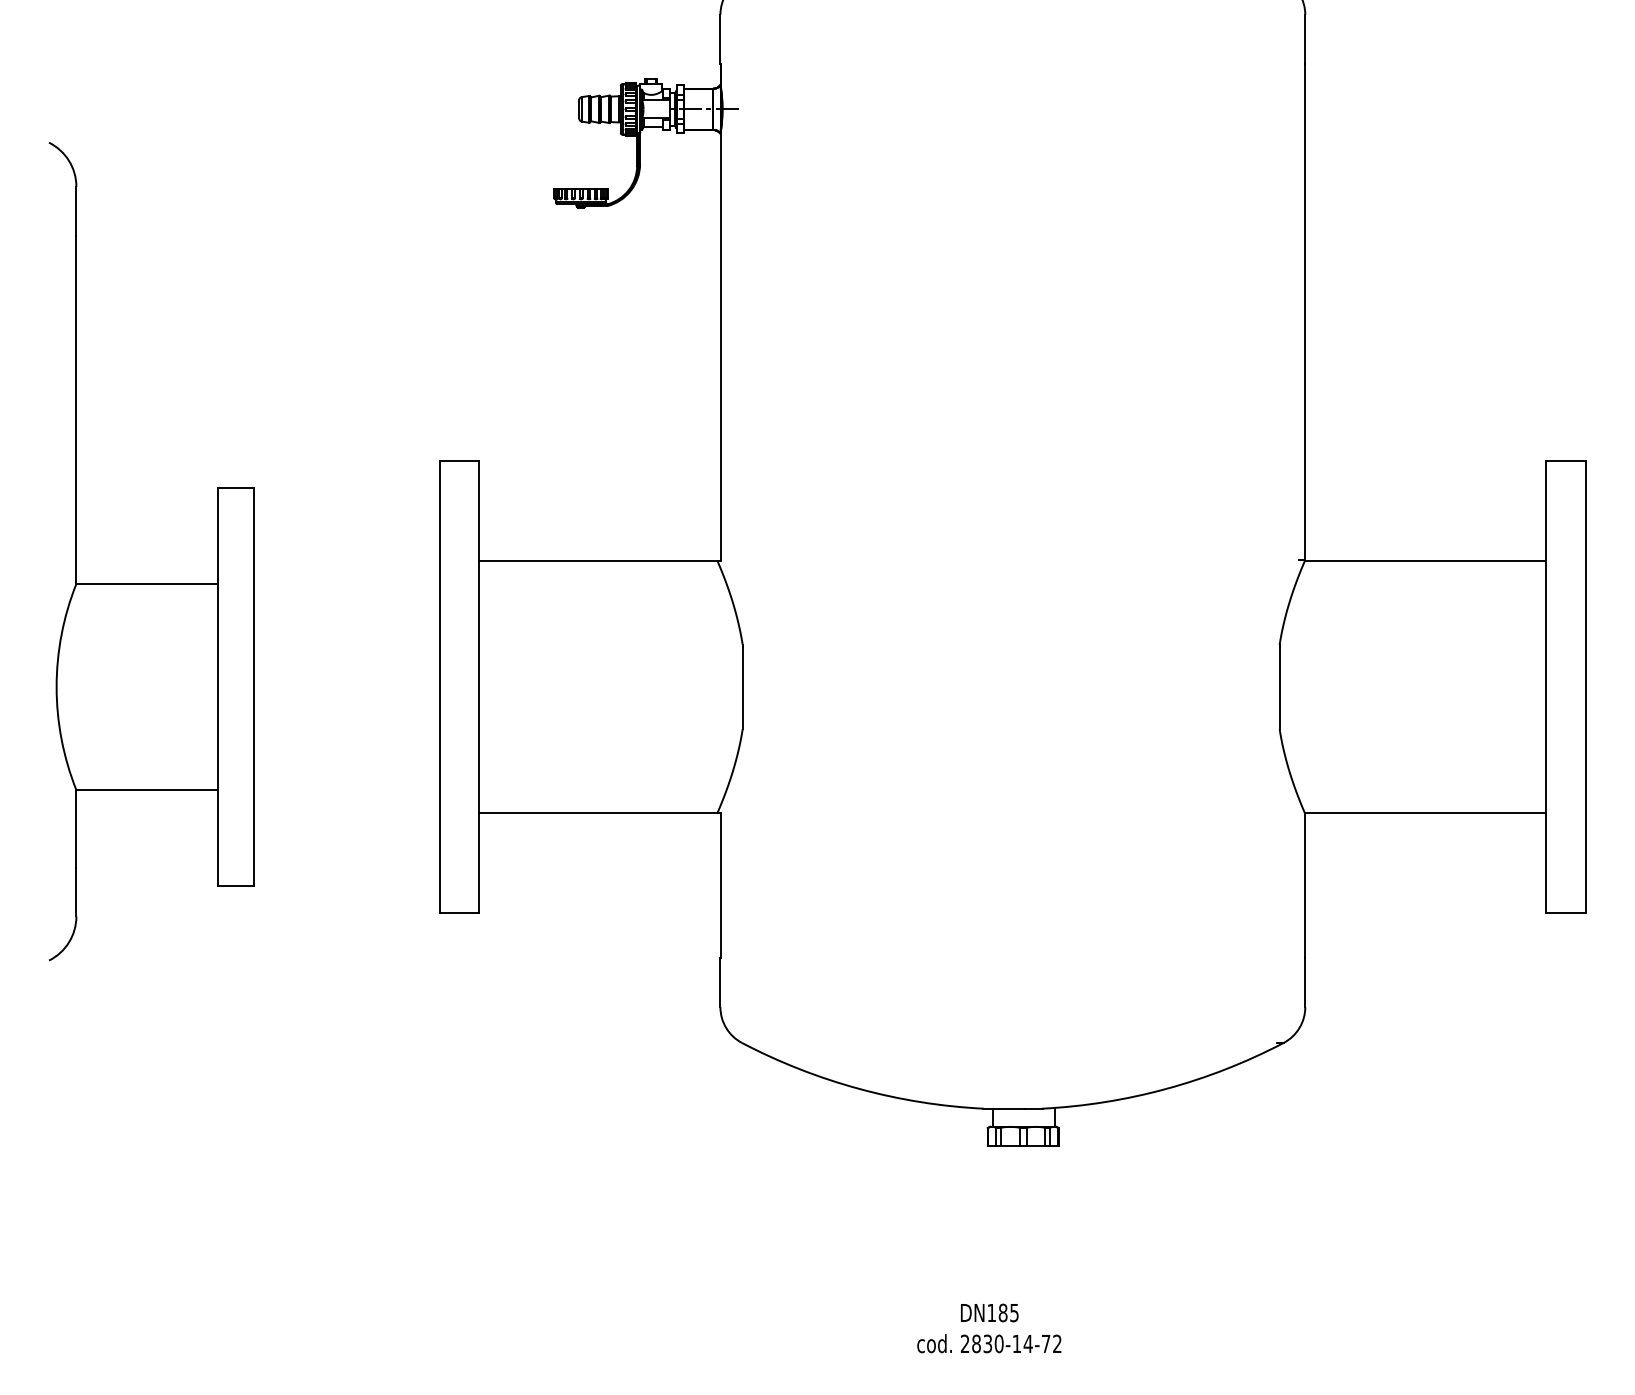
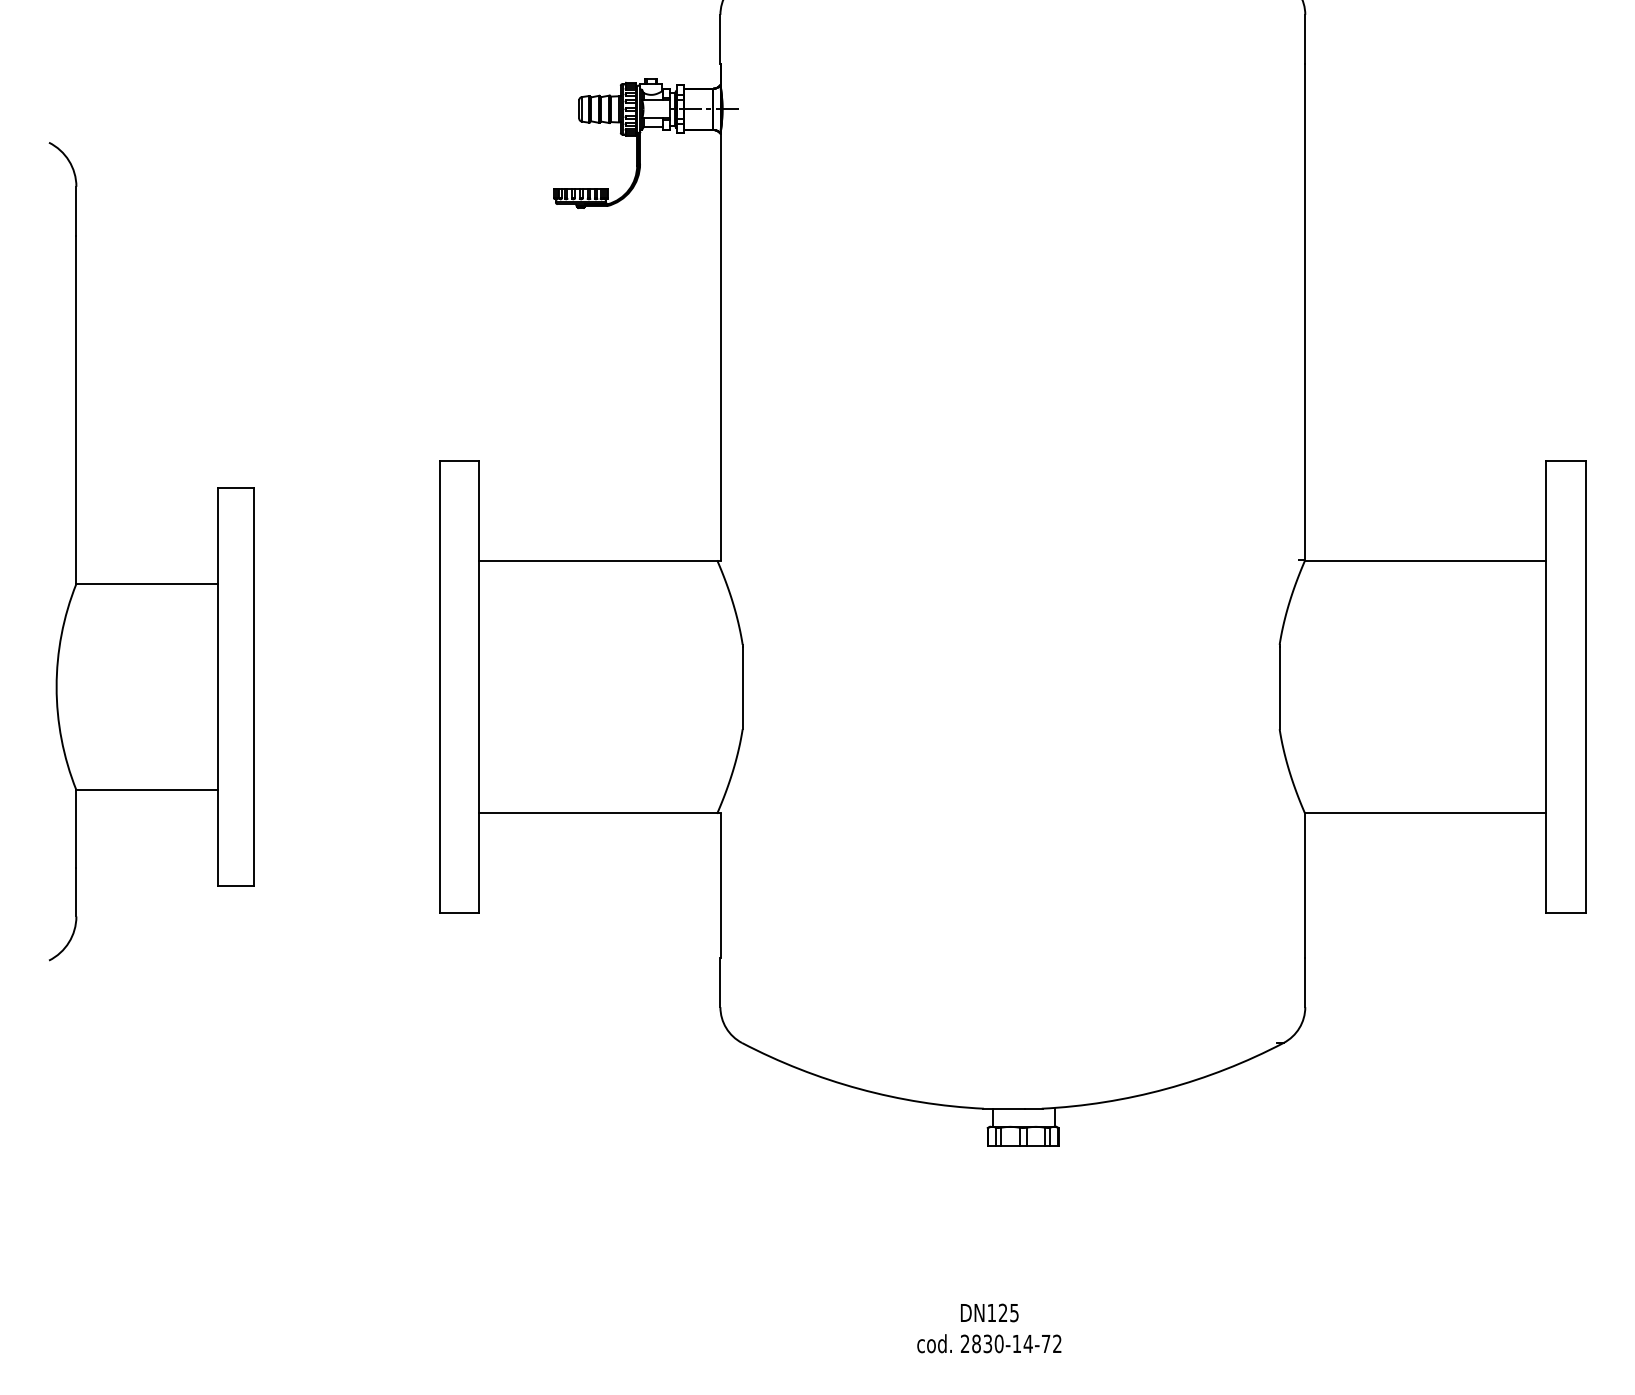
text at (1002, 1312): DN185 -> DN125
